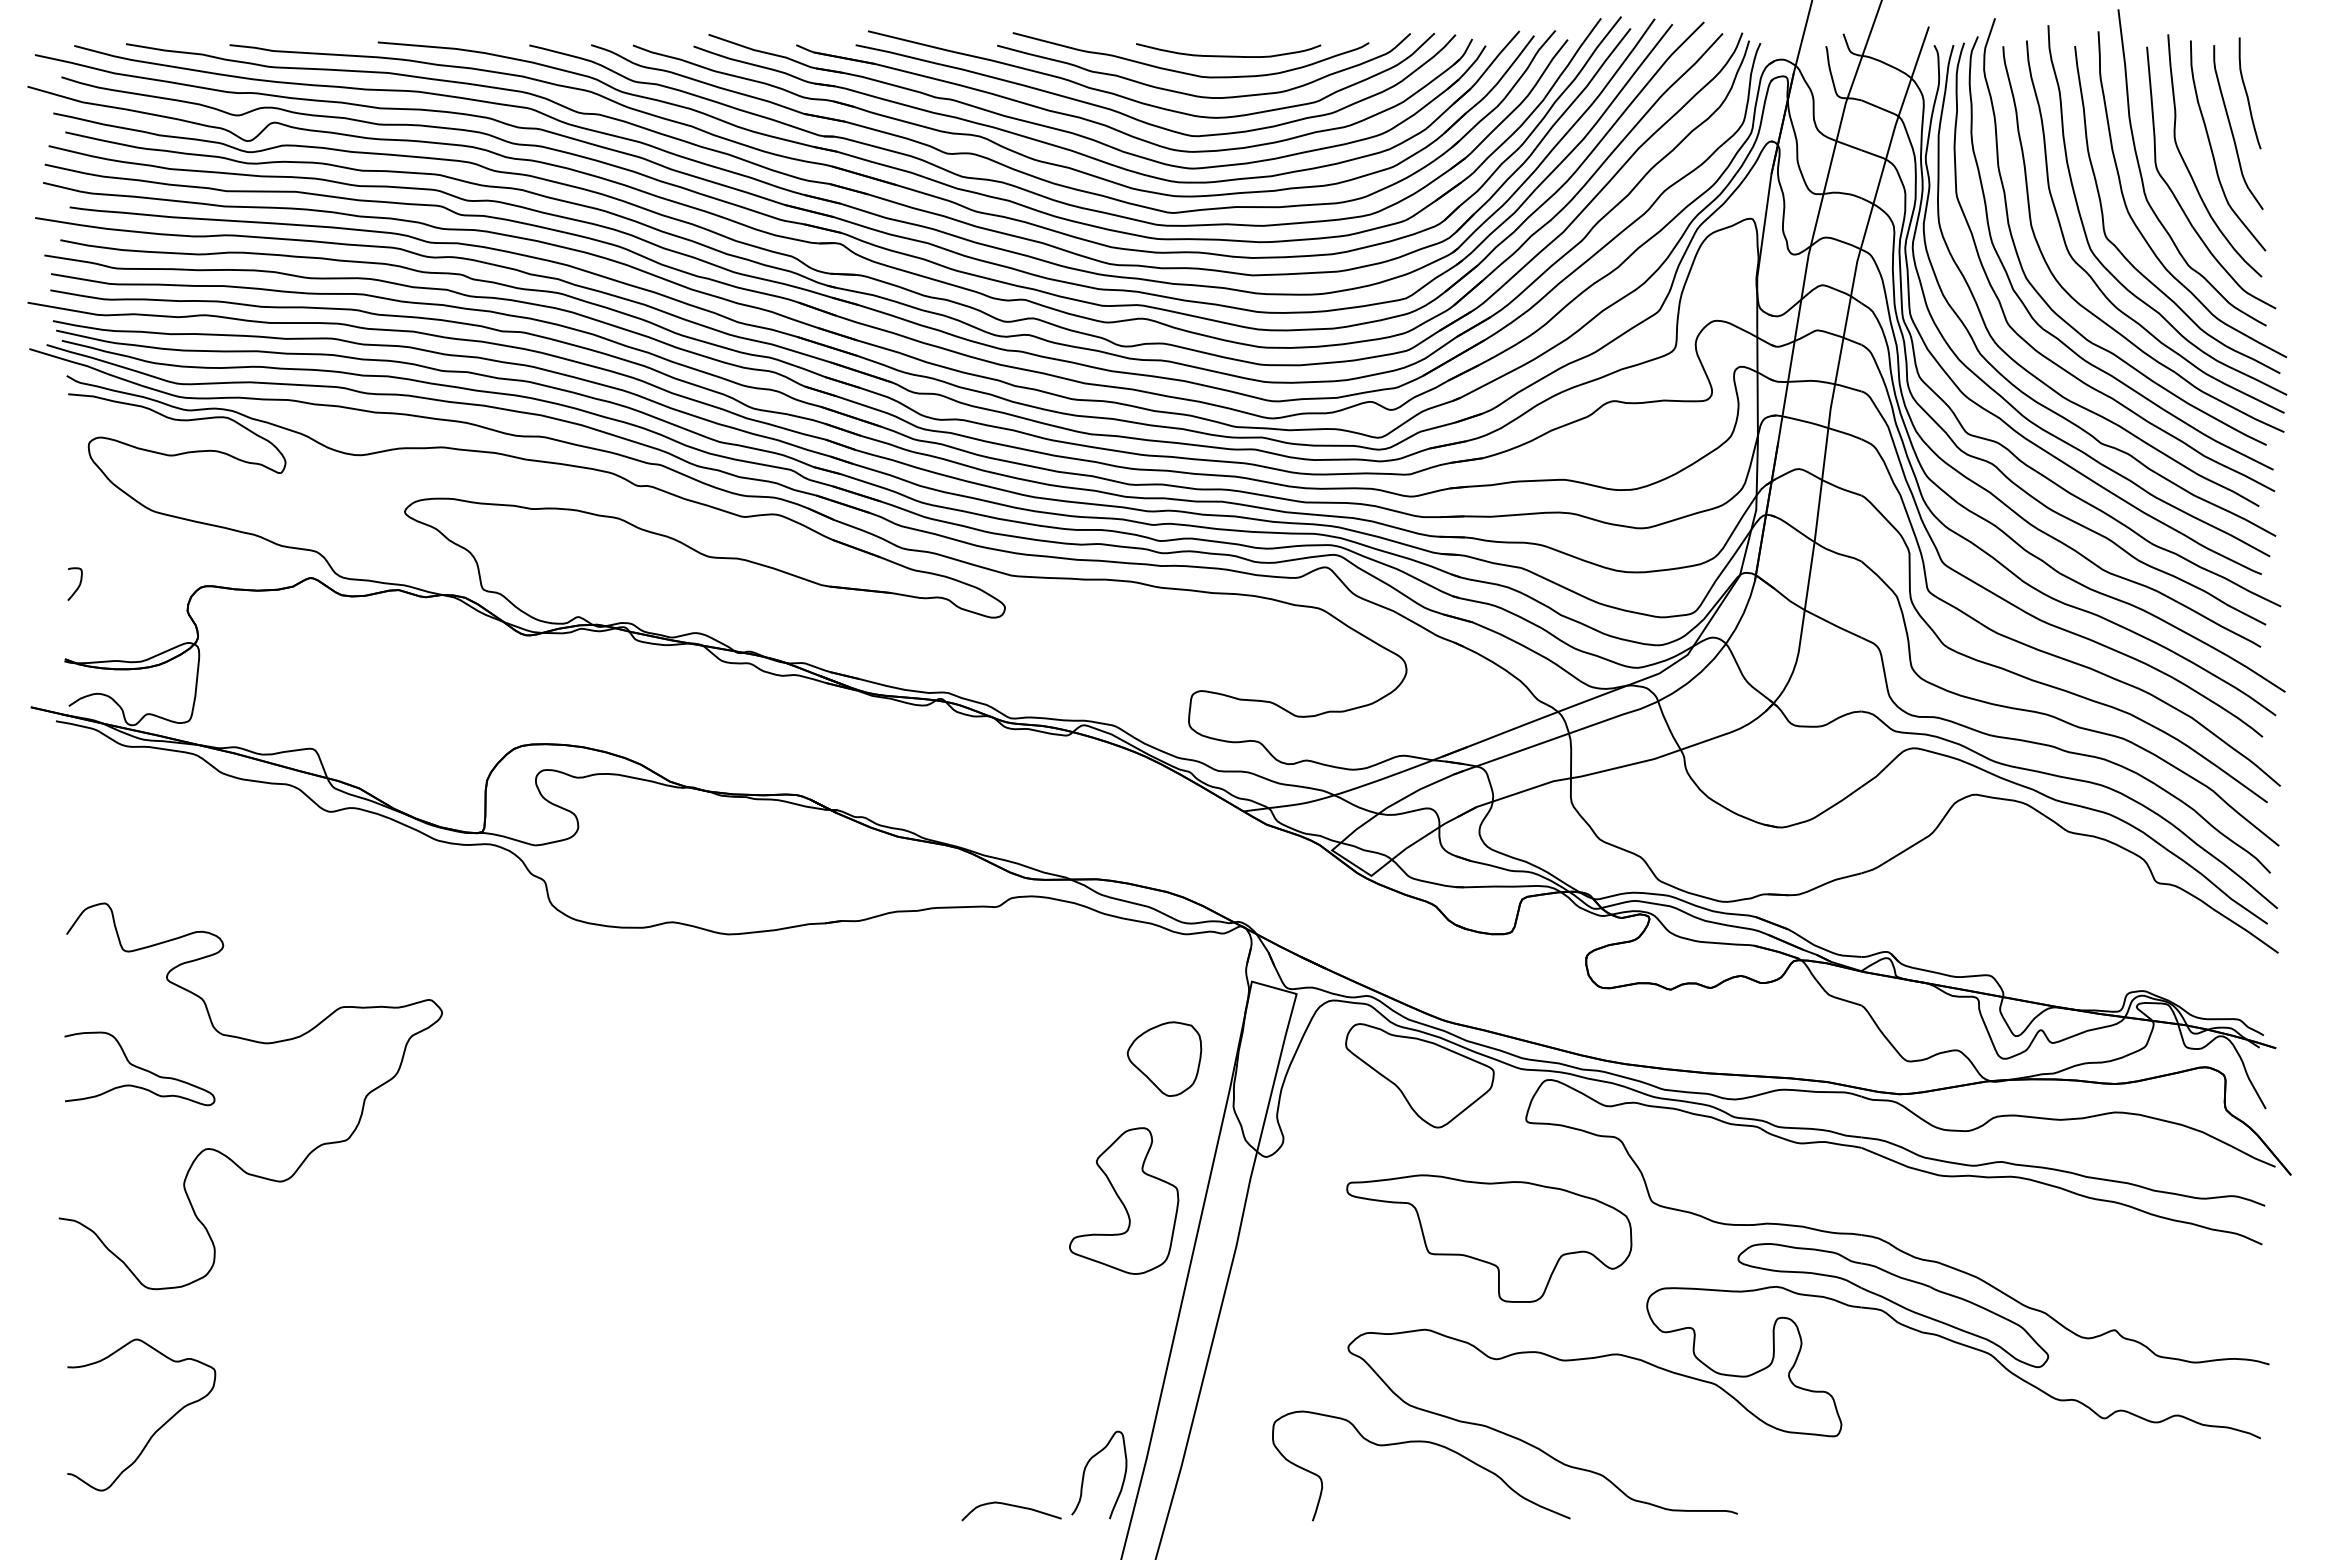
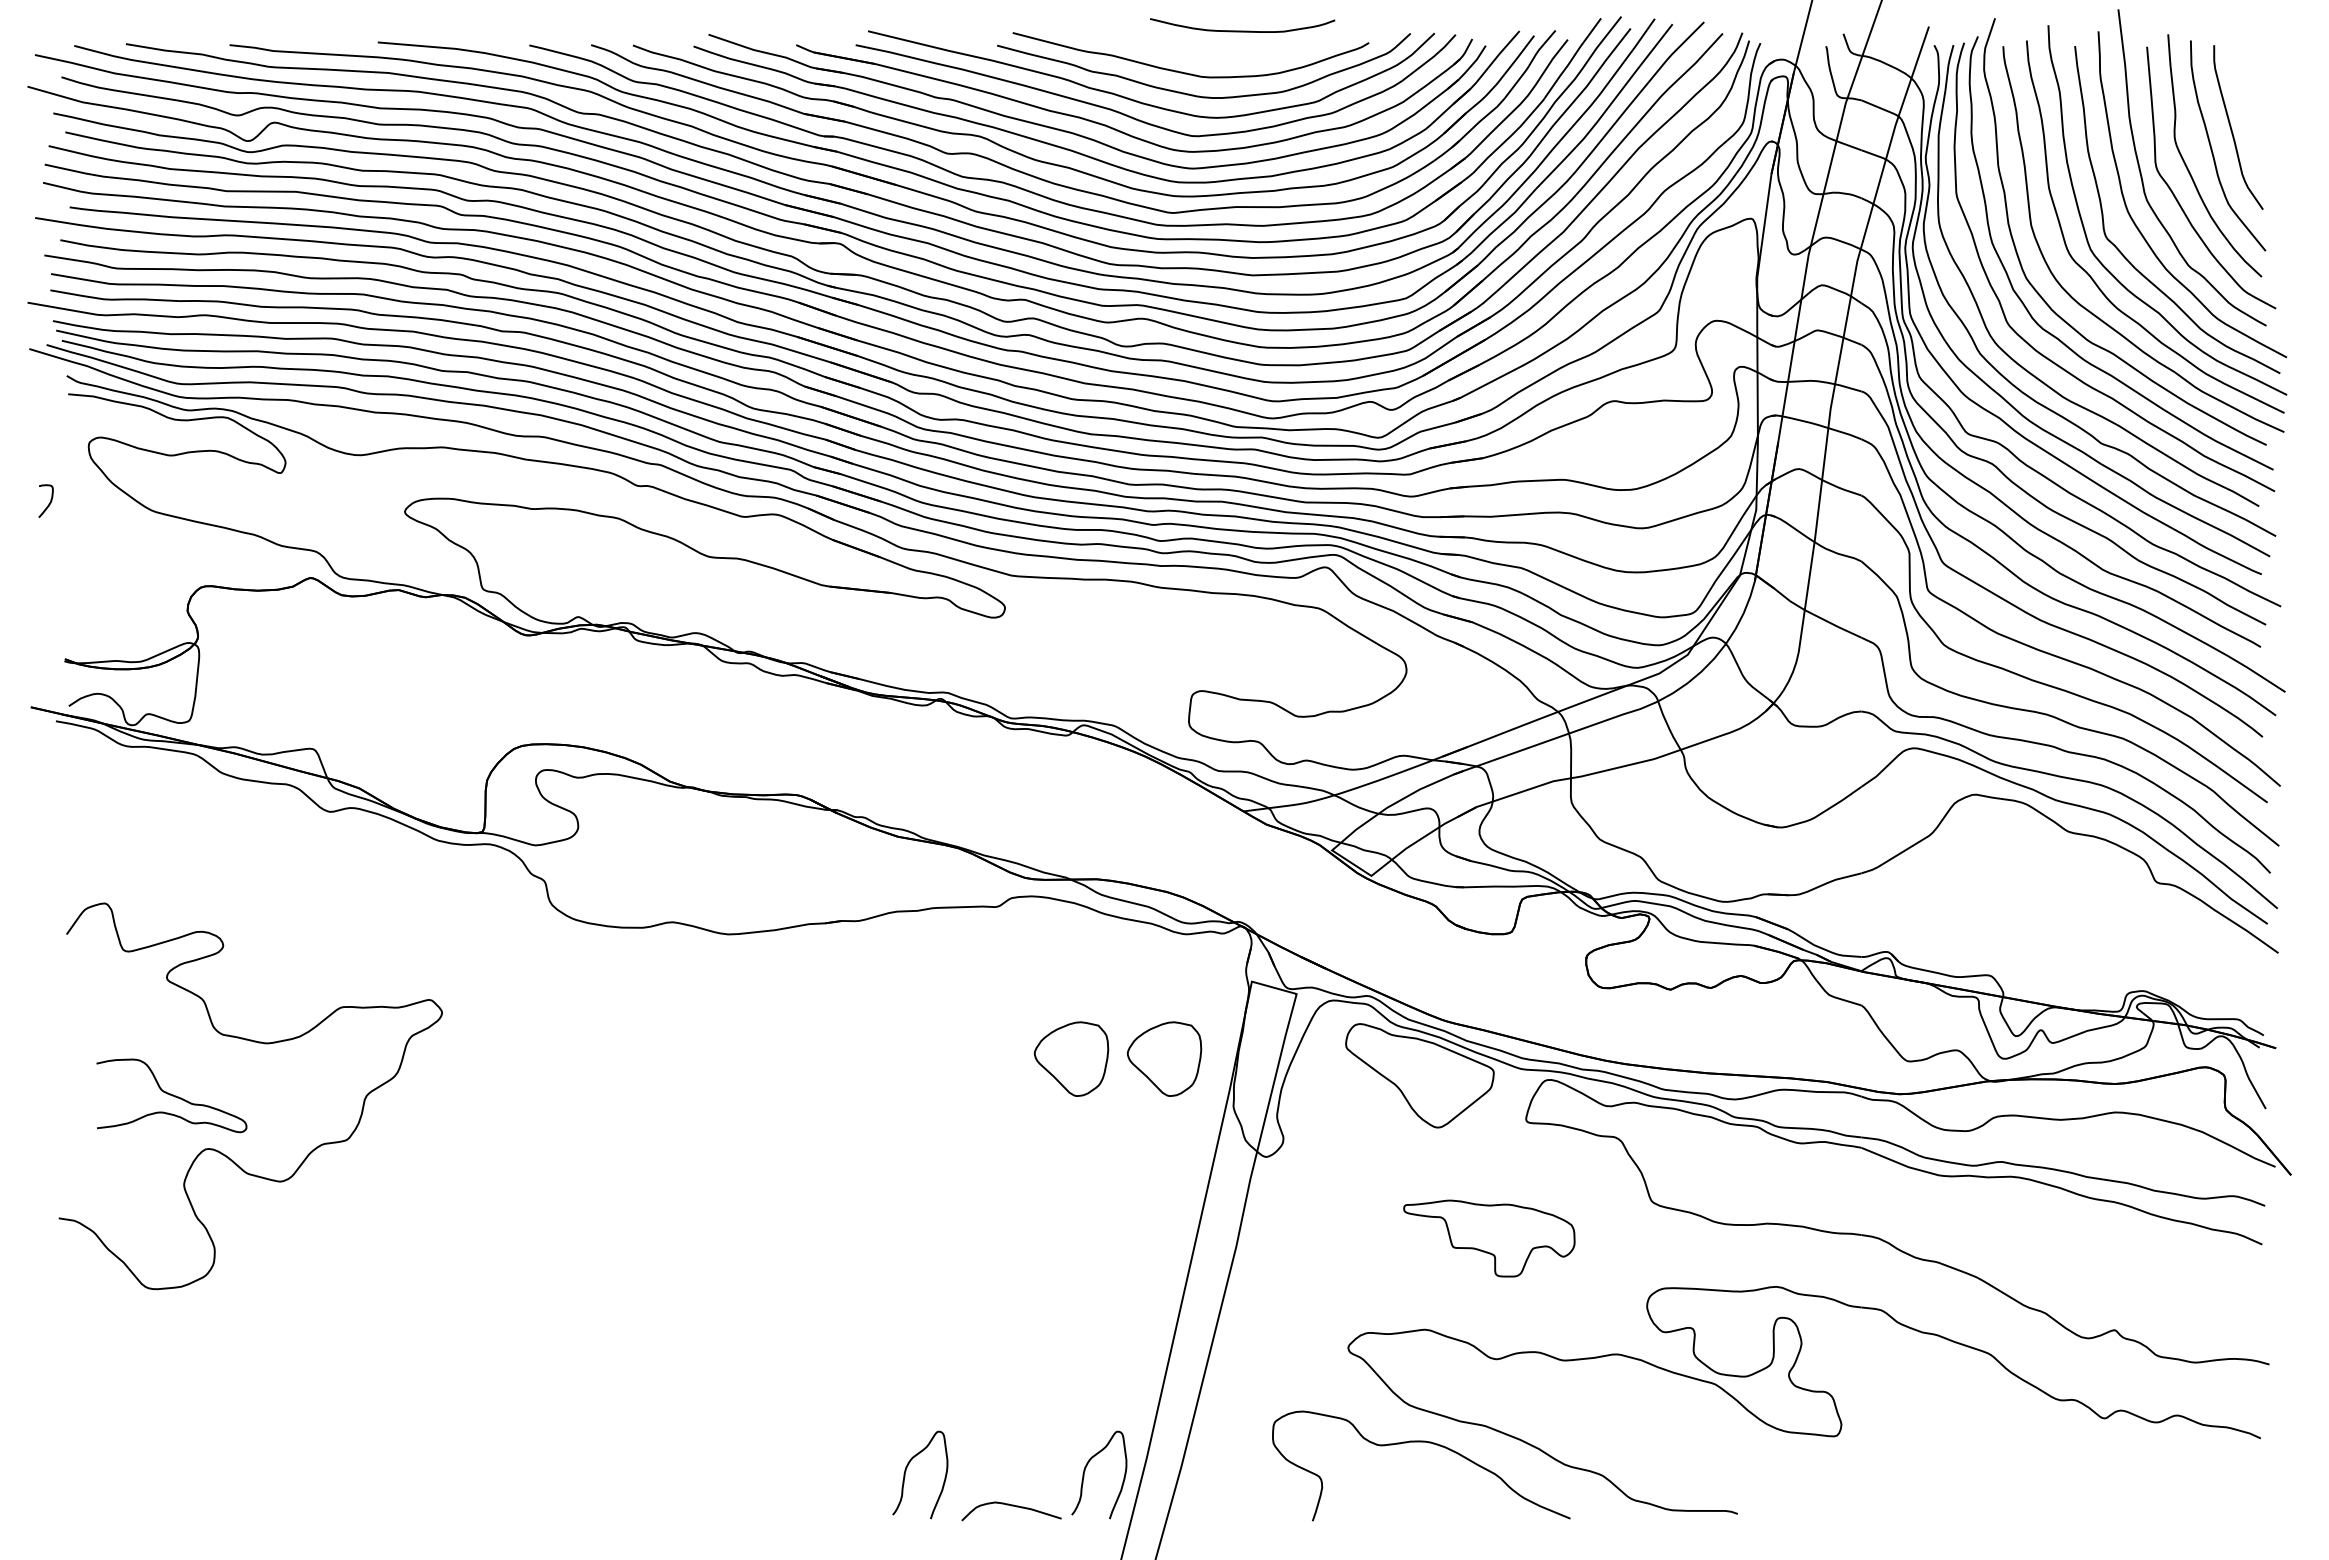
curve at (1228, 55) position: (1228, 55) -> (1242, 30)
curve at (2247, 93): present -> none
curve at (78, 585) position: (78, 585) -> (49, 502)
part at (1071, 1058): none -> present
curve at (139, 1068) position: (139, 1068) -> (171, 1095)
part at (1124, 1200): present -> none
part at (1489, 1238) size: 287x129 px -> 173x79 px
part at (1893, 1305): present -> none
curve at (157, 1429): present -> none
curve at (906, 1471): none -> present
